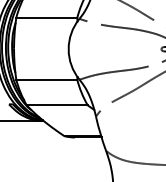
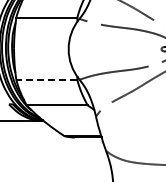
line at (46, 79): solid -> dashed
